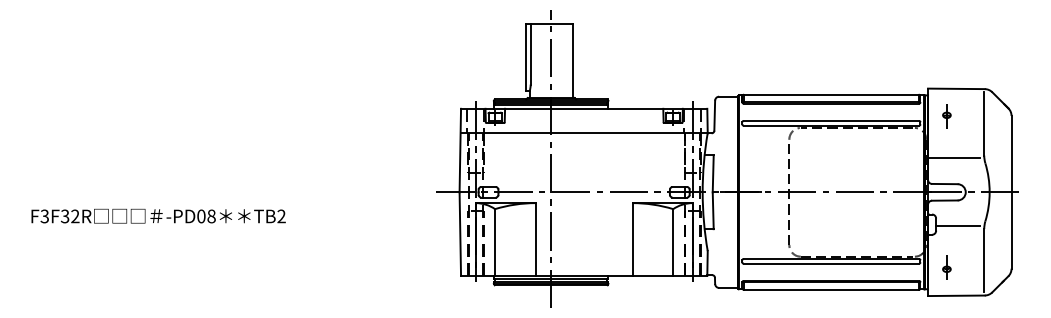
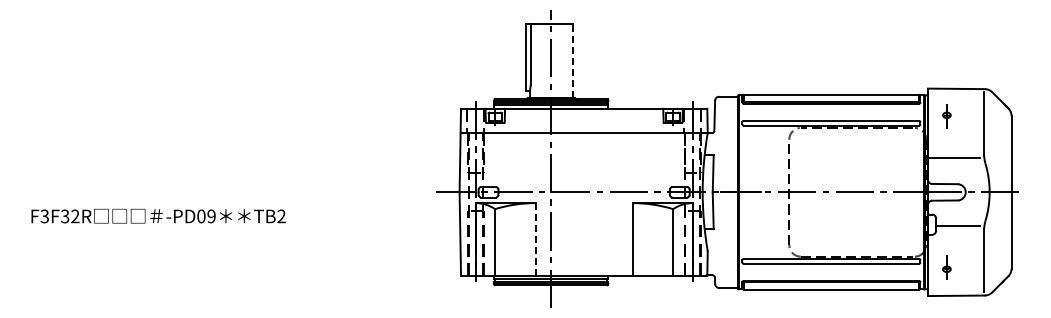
line at (572, 60): solid -> dashed
text at (211, 216): -PD08 -> -PD09
line at (535, 238): solid -> dashed
